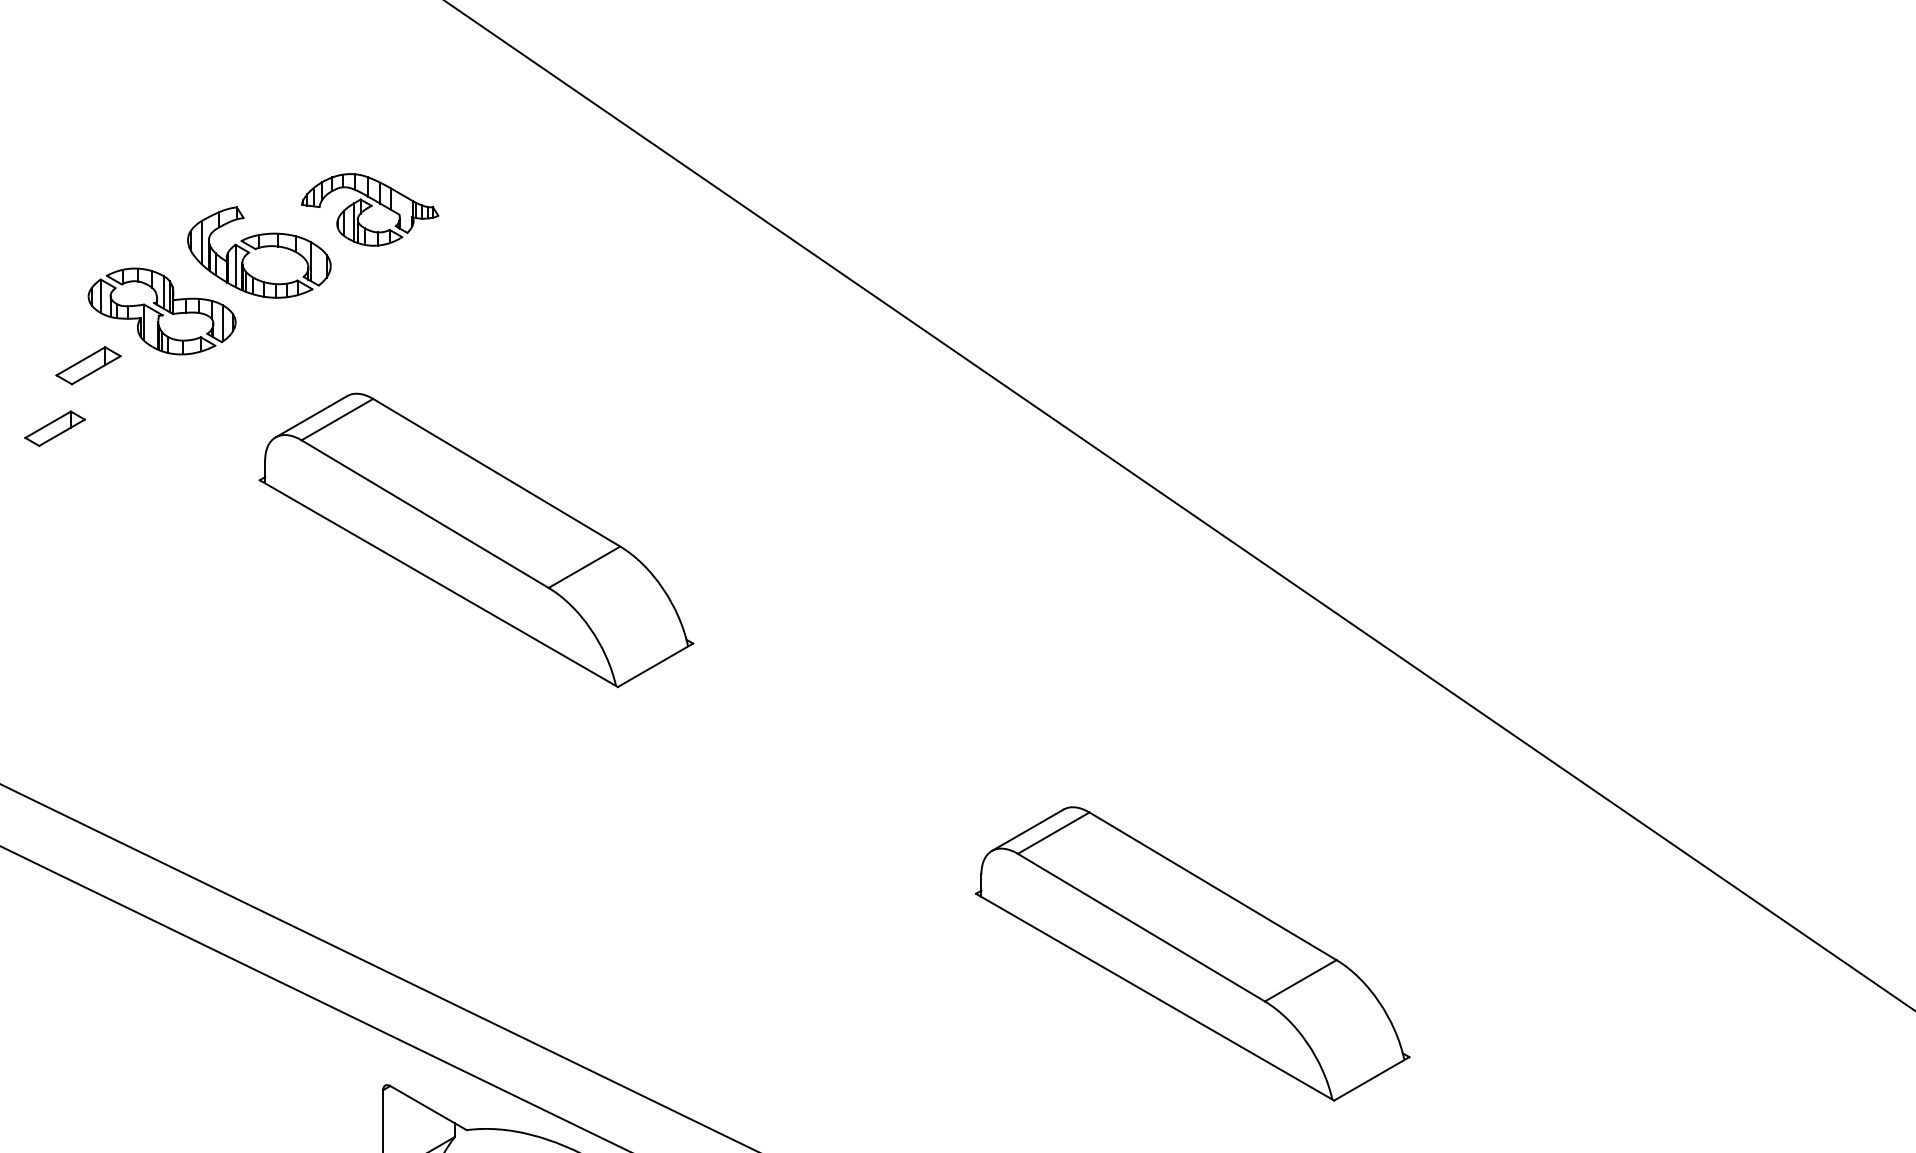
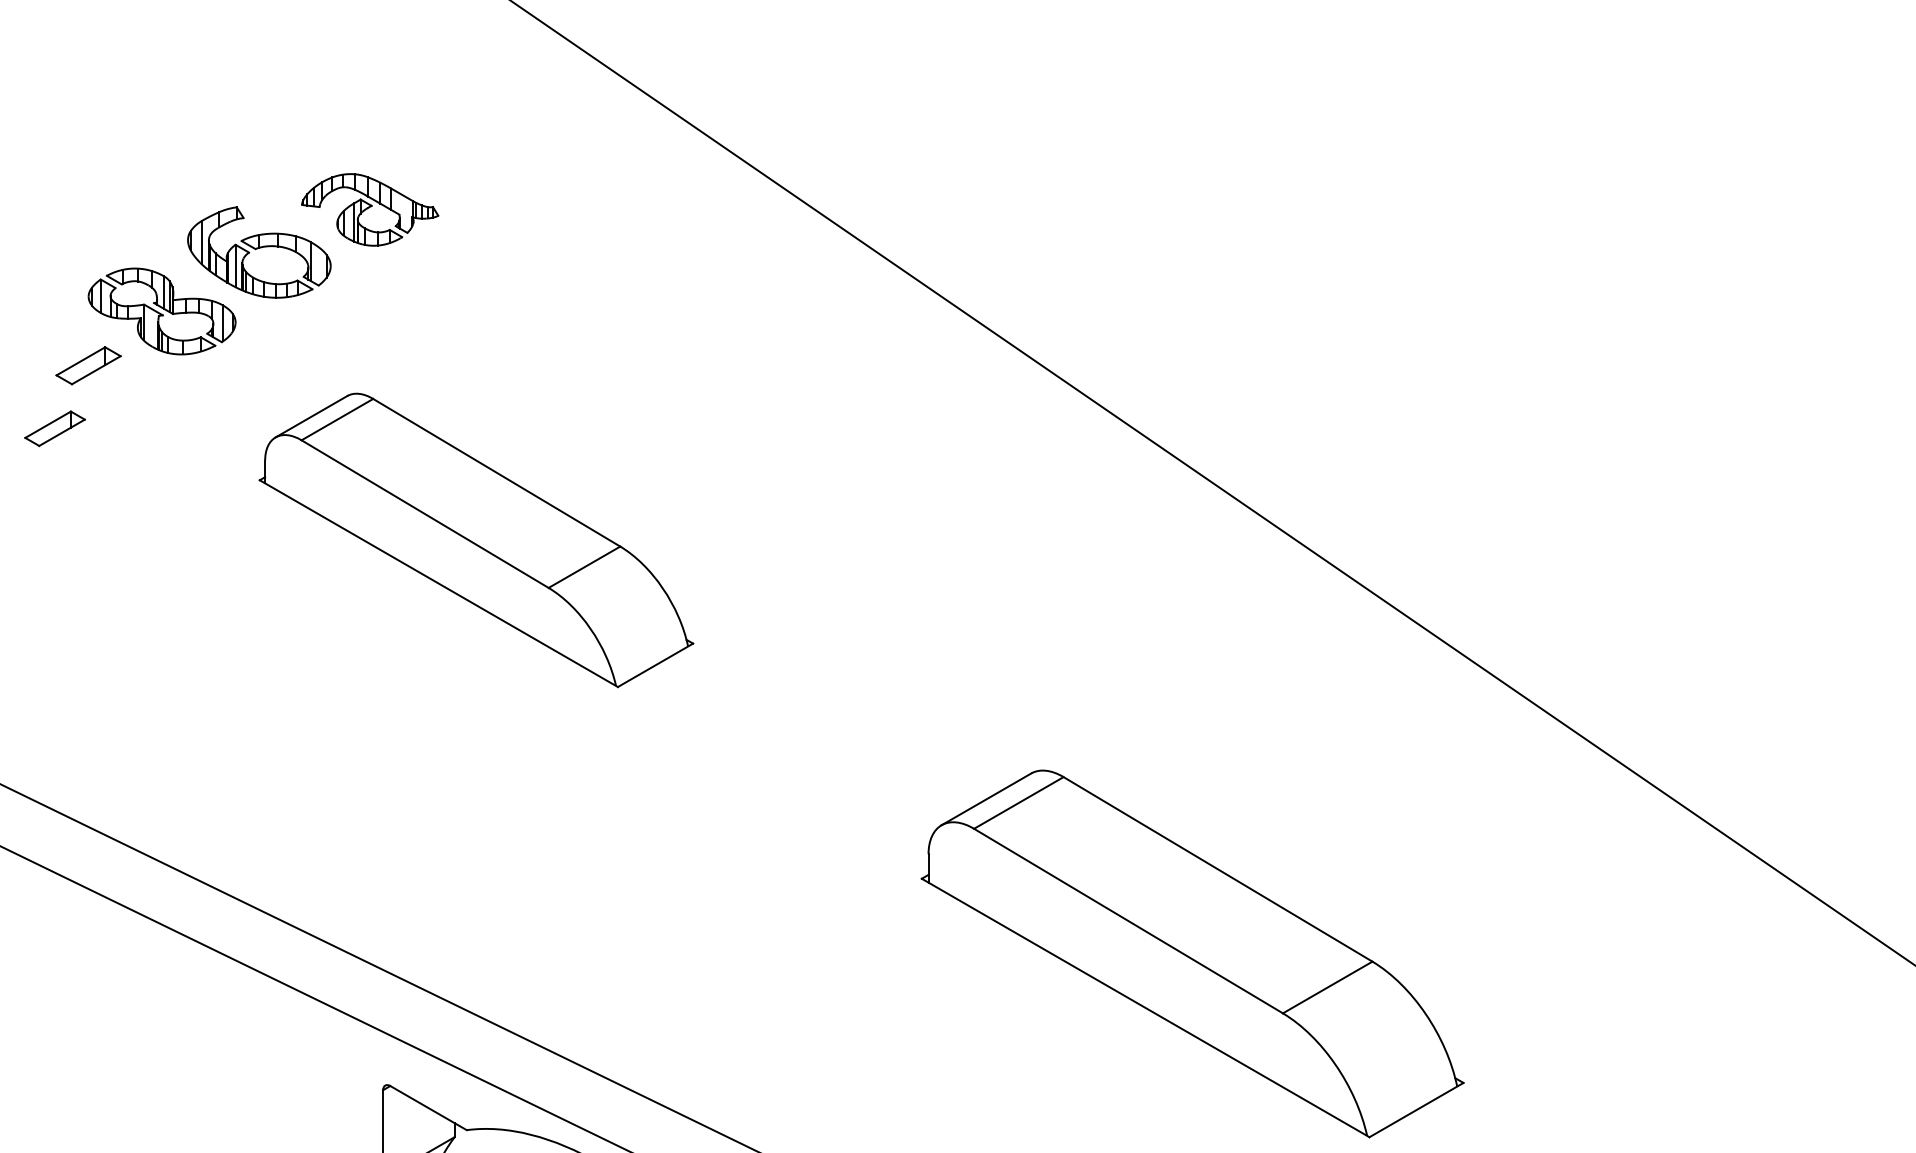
line at (1179, 505) position: (1179, 505) -> (1212, 482)
part at (1192, 953) size: 436x296 px -> 545x370 px
